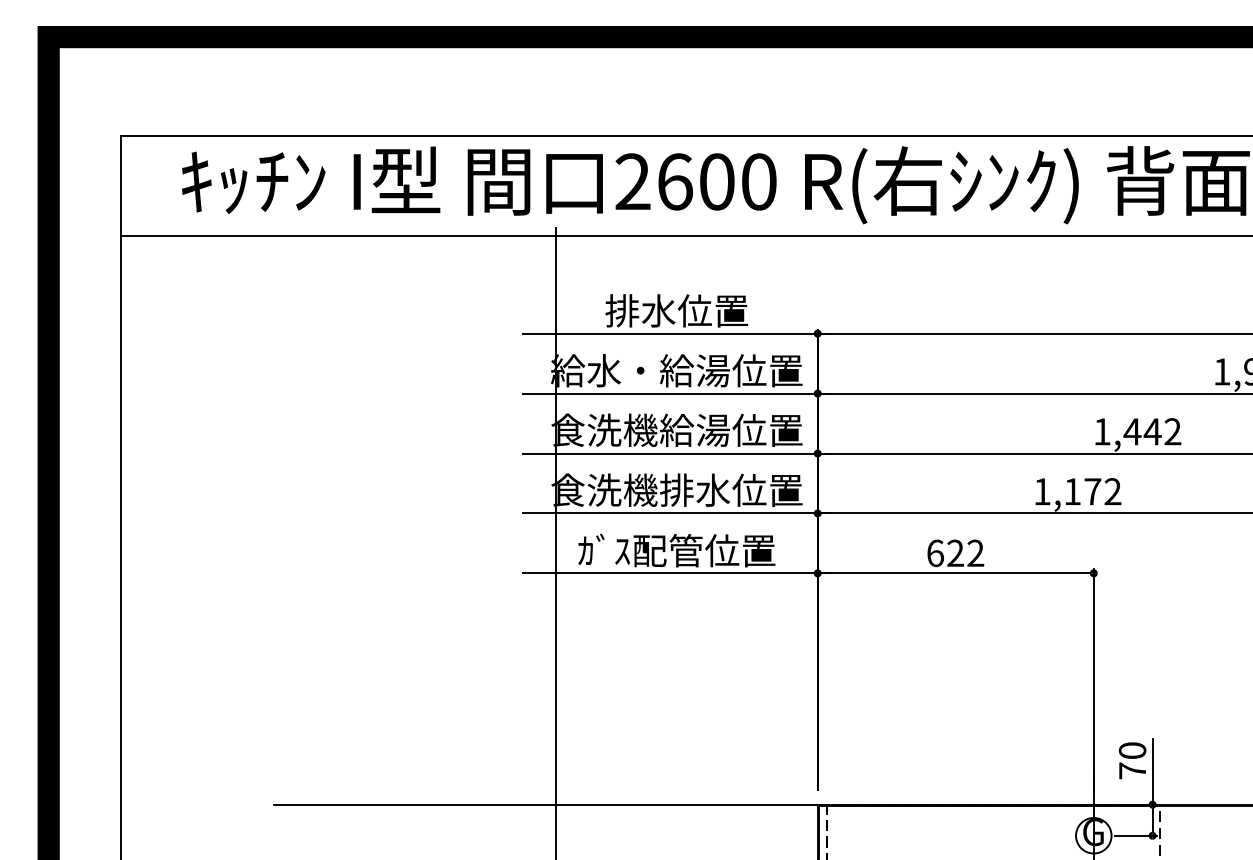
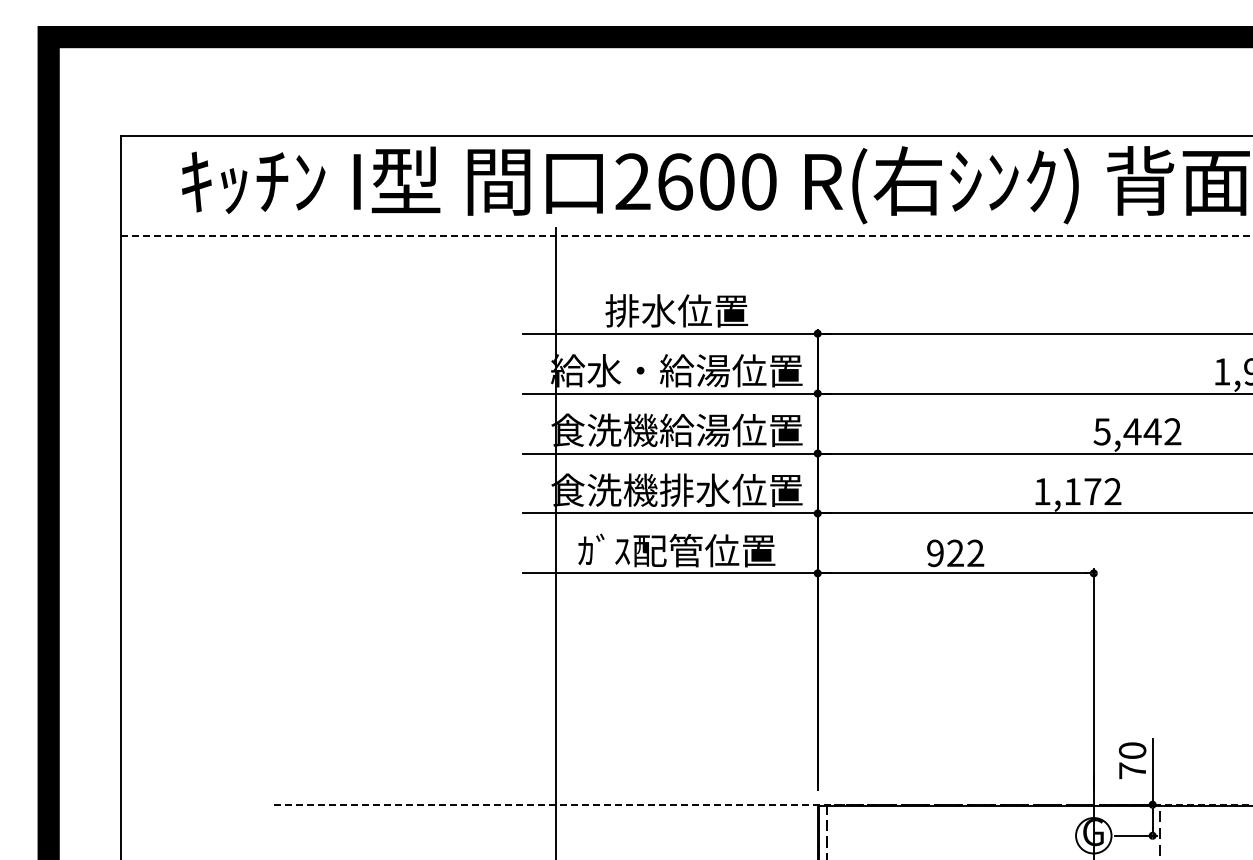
line at (686, 236): solid -> dashed
text at (1101, 431): 1,442 -> 5,442
text at (935, 553): 622 -> 922
line at (763, 804): solid -> dashed
